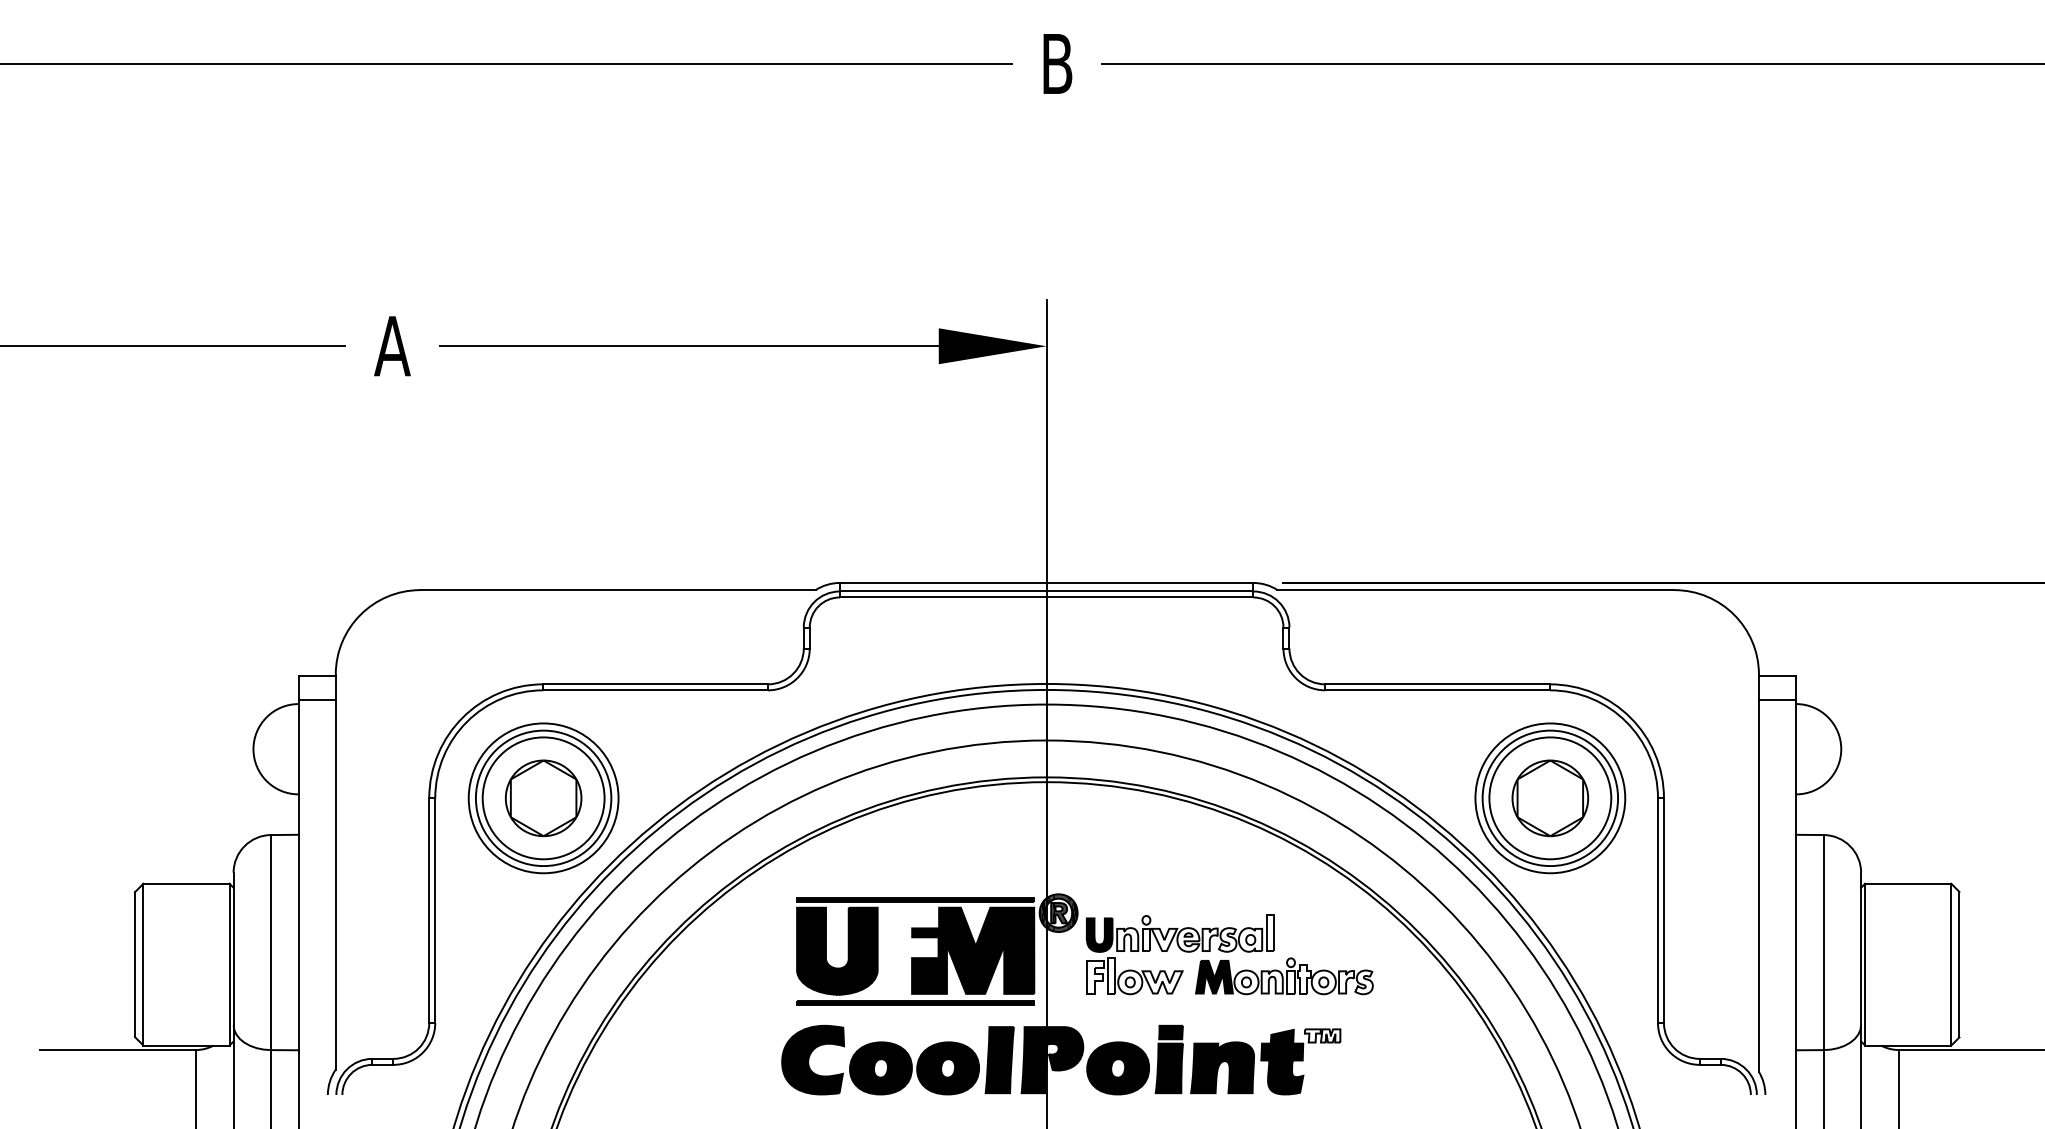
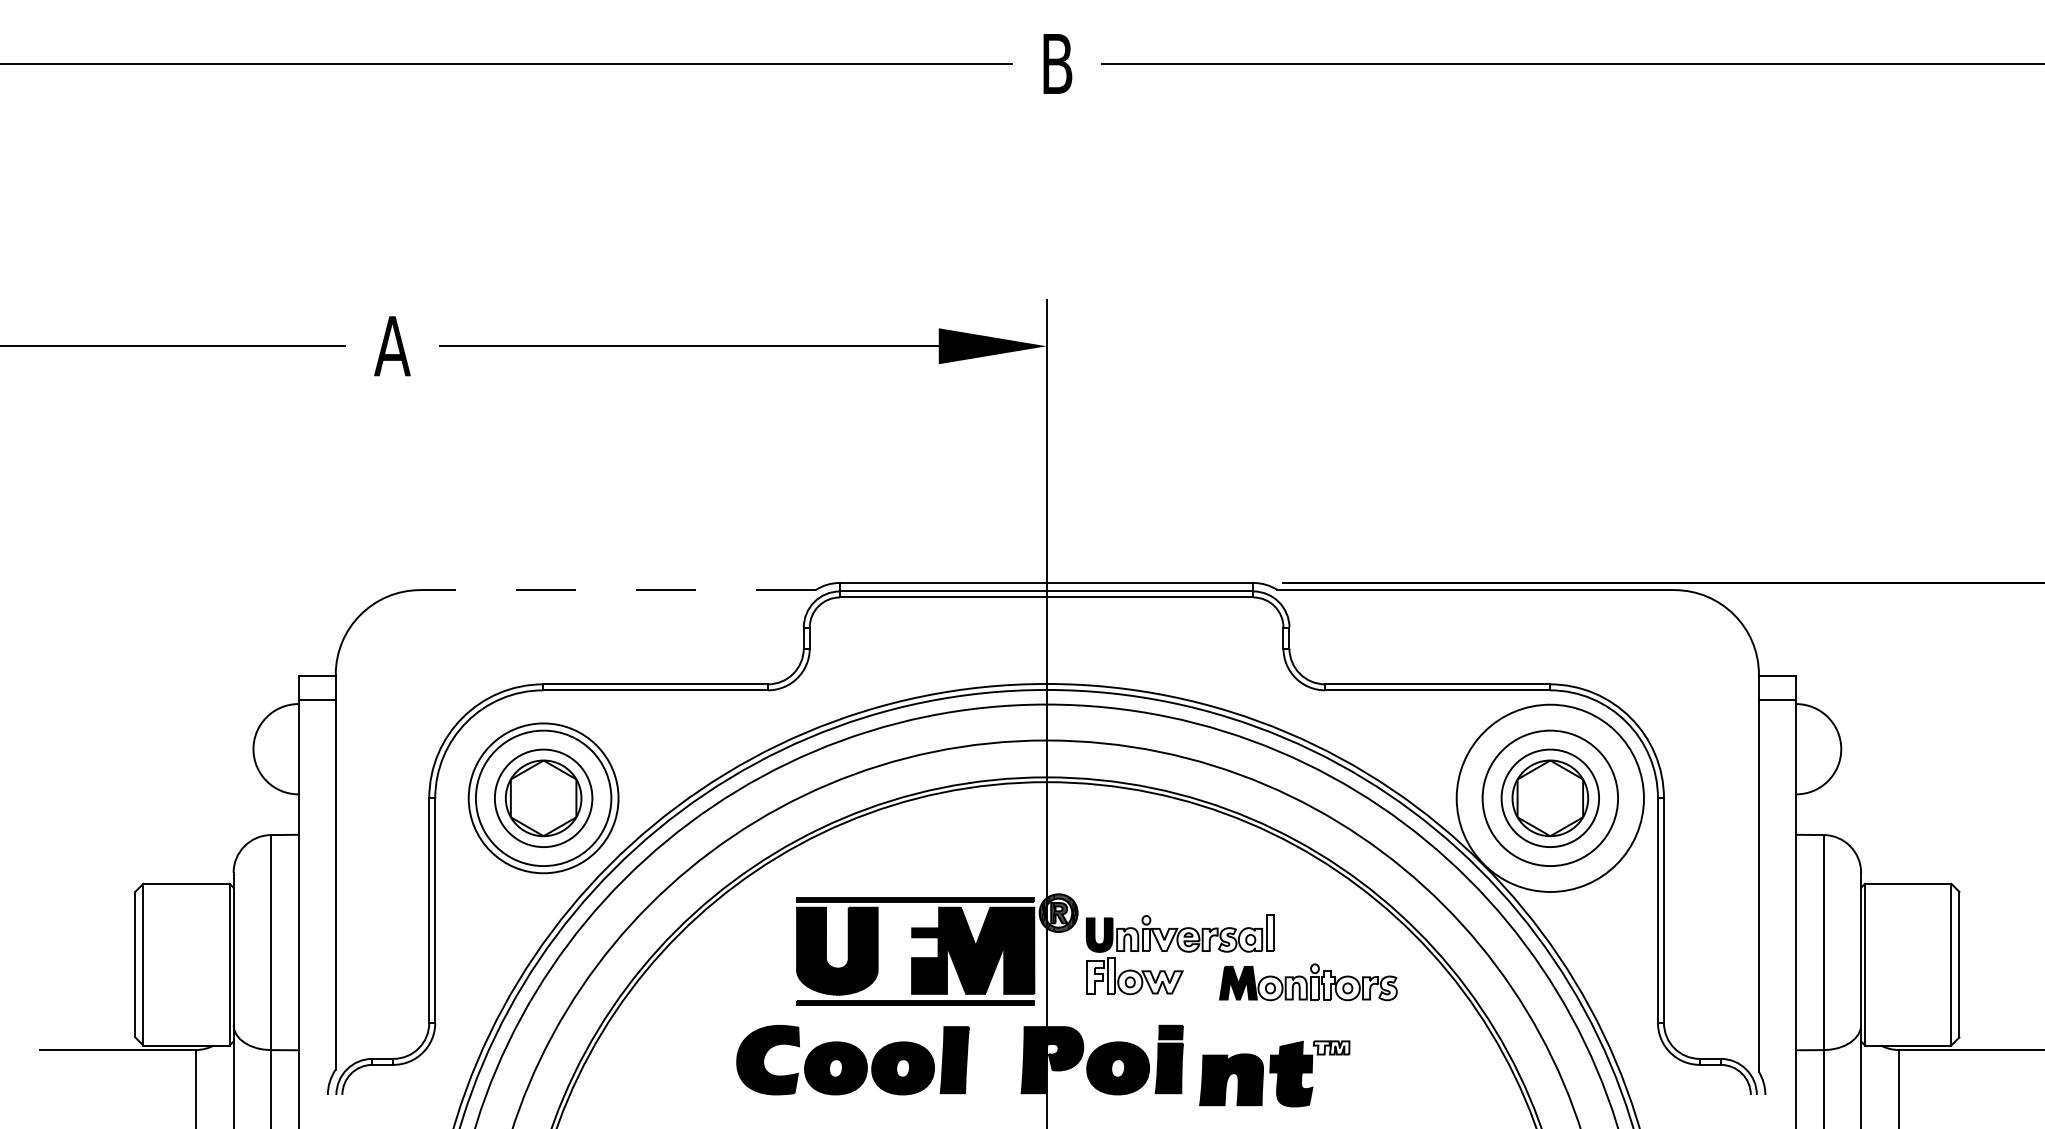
line at (618, 590): solid -> dashed
circle at (543, 798) diameter: 122 px -> 98 px
circle at (1550, 798) diameter: 122 px -> 98 px
circle at (1550, 798) diameter: 150 px -> 187 px
part at (1284, 976) position: (1284, 976) -> (1308, 982)
part at (897, 1059) position: (897, 1059) -> (852, 1059)
part at (1265, 1061) position: (1265, 1061) -> (1274, 1073)
